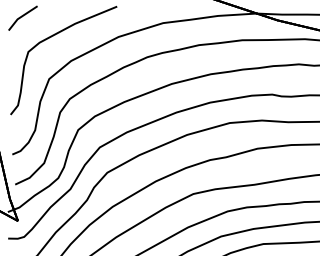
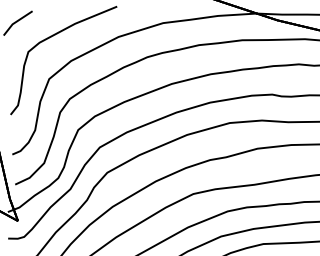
part at (22, 17) position: (22, 17) -> (17, 22)
